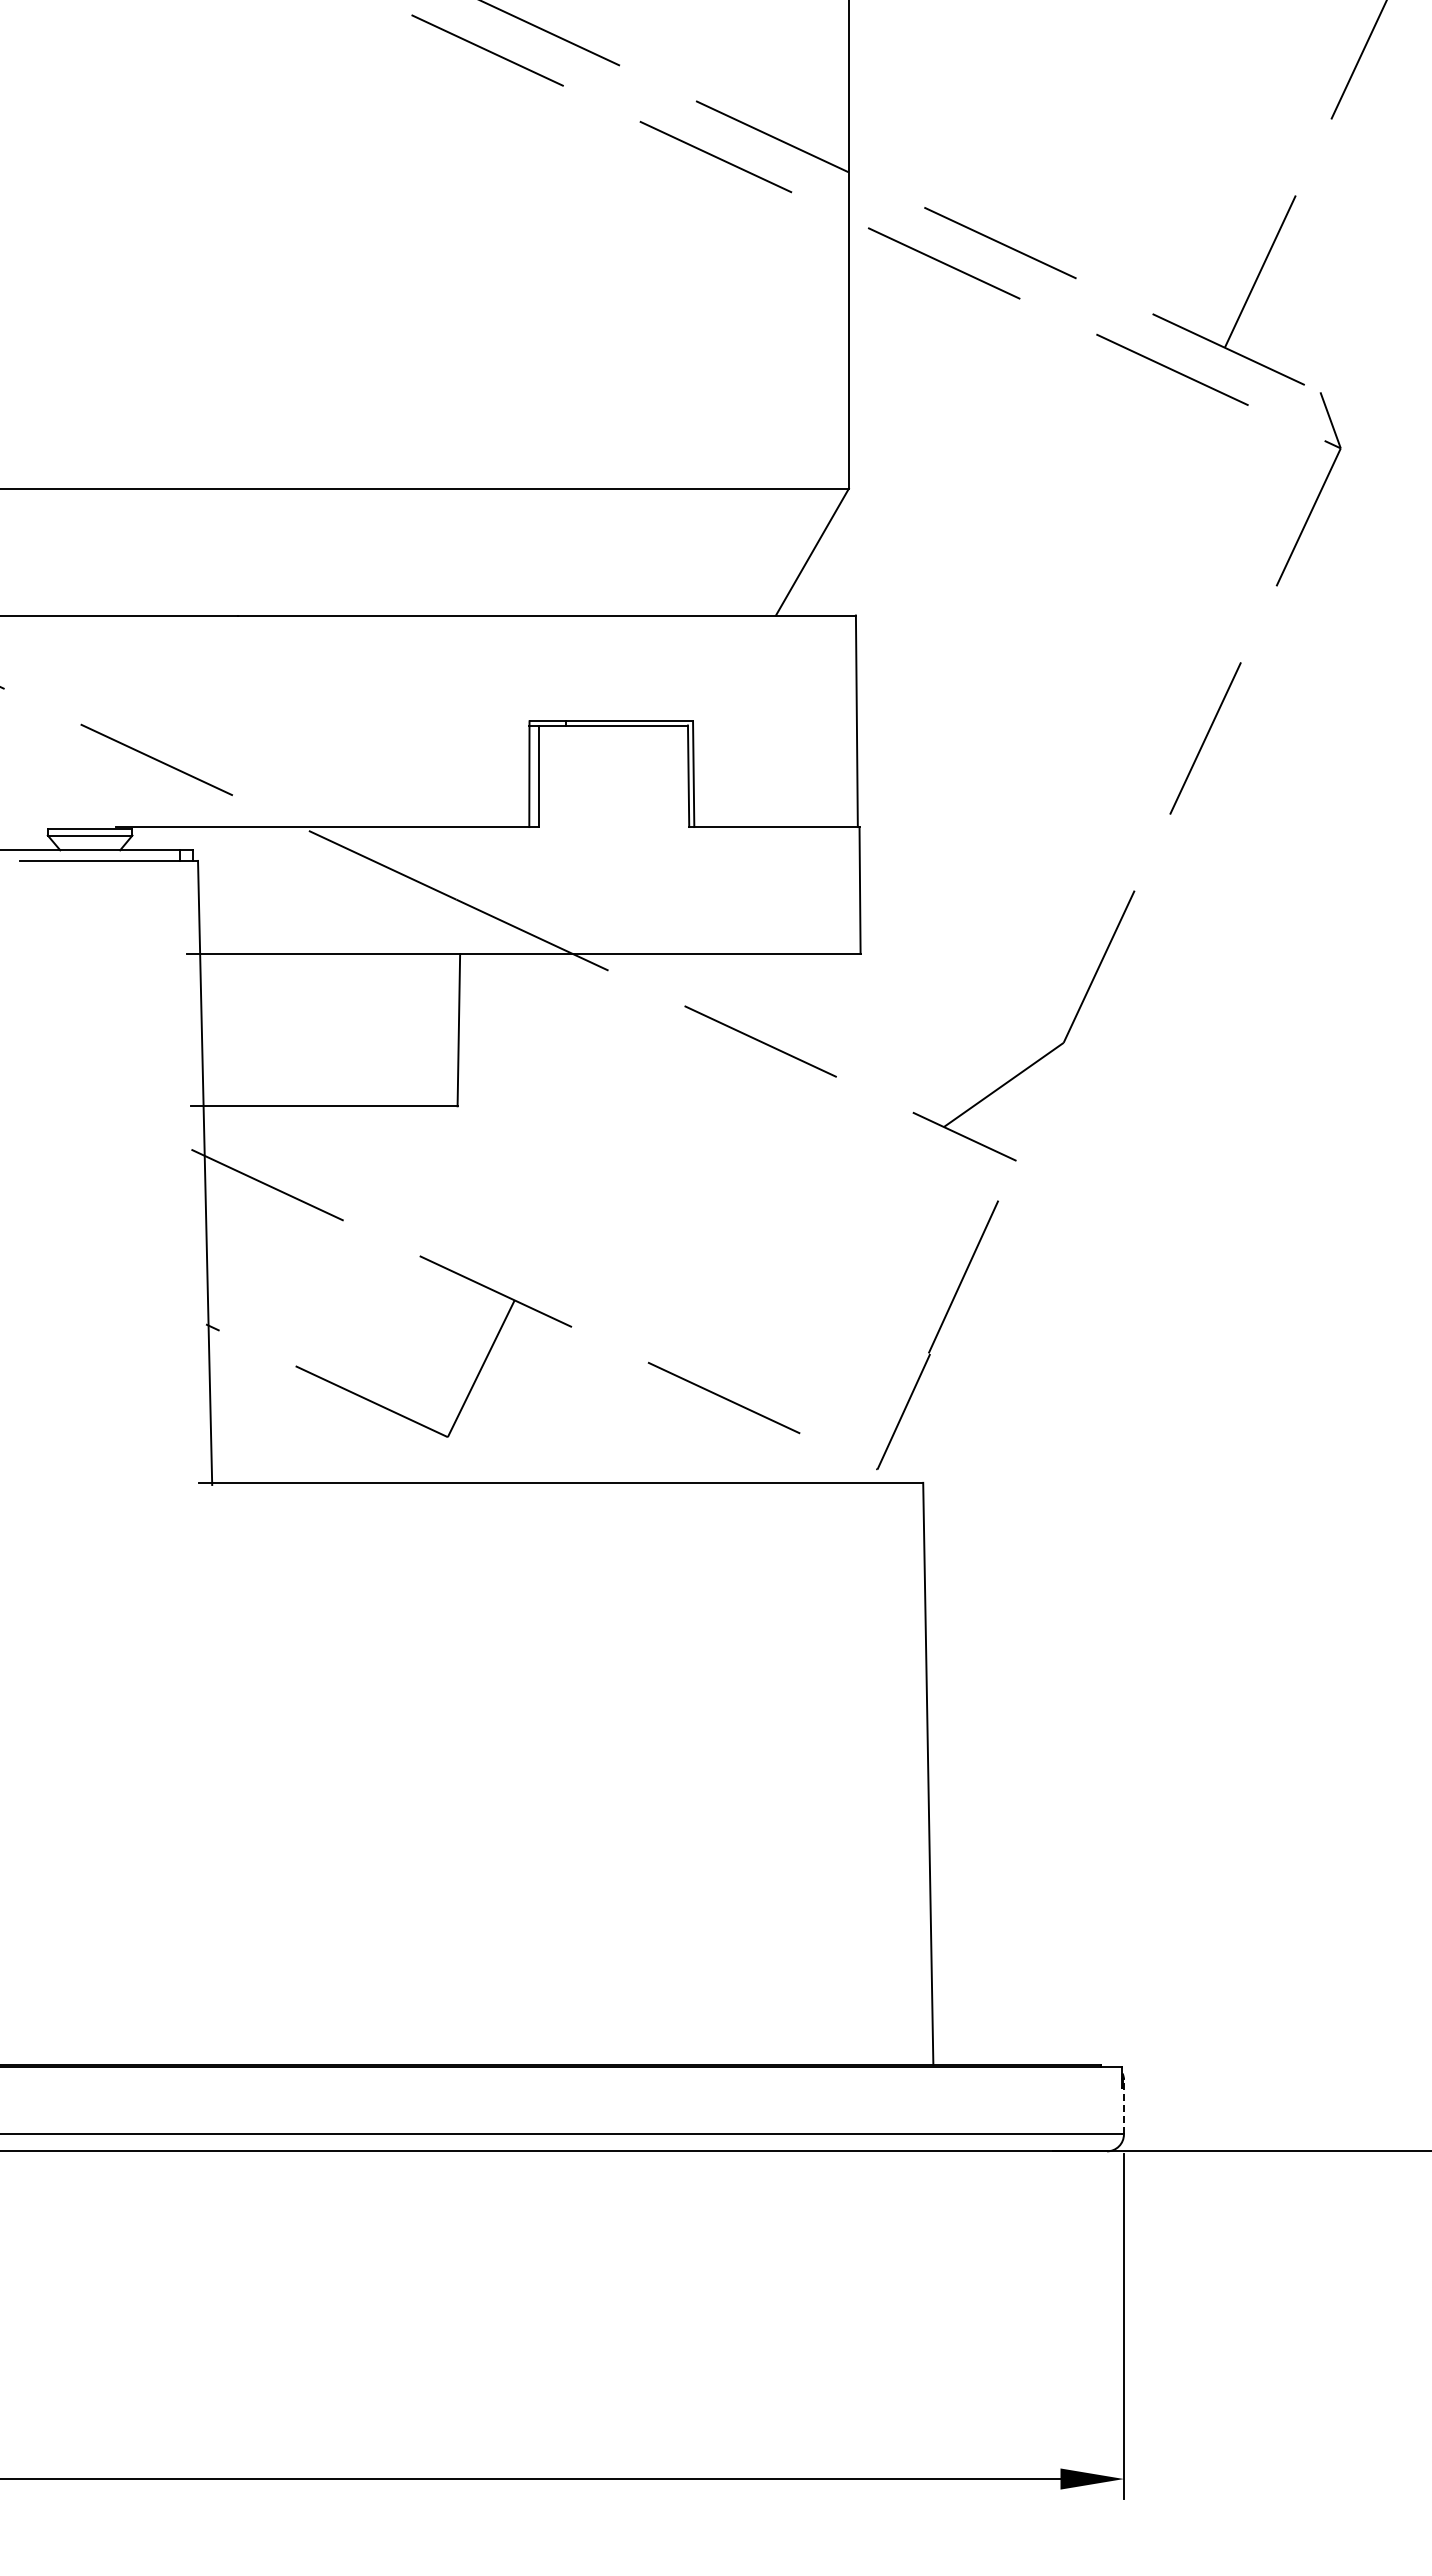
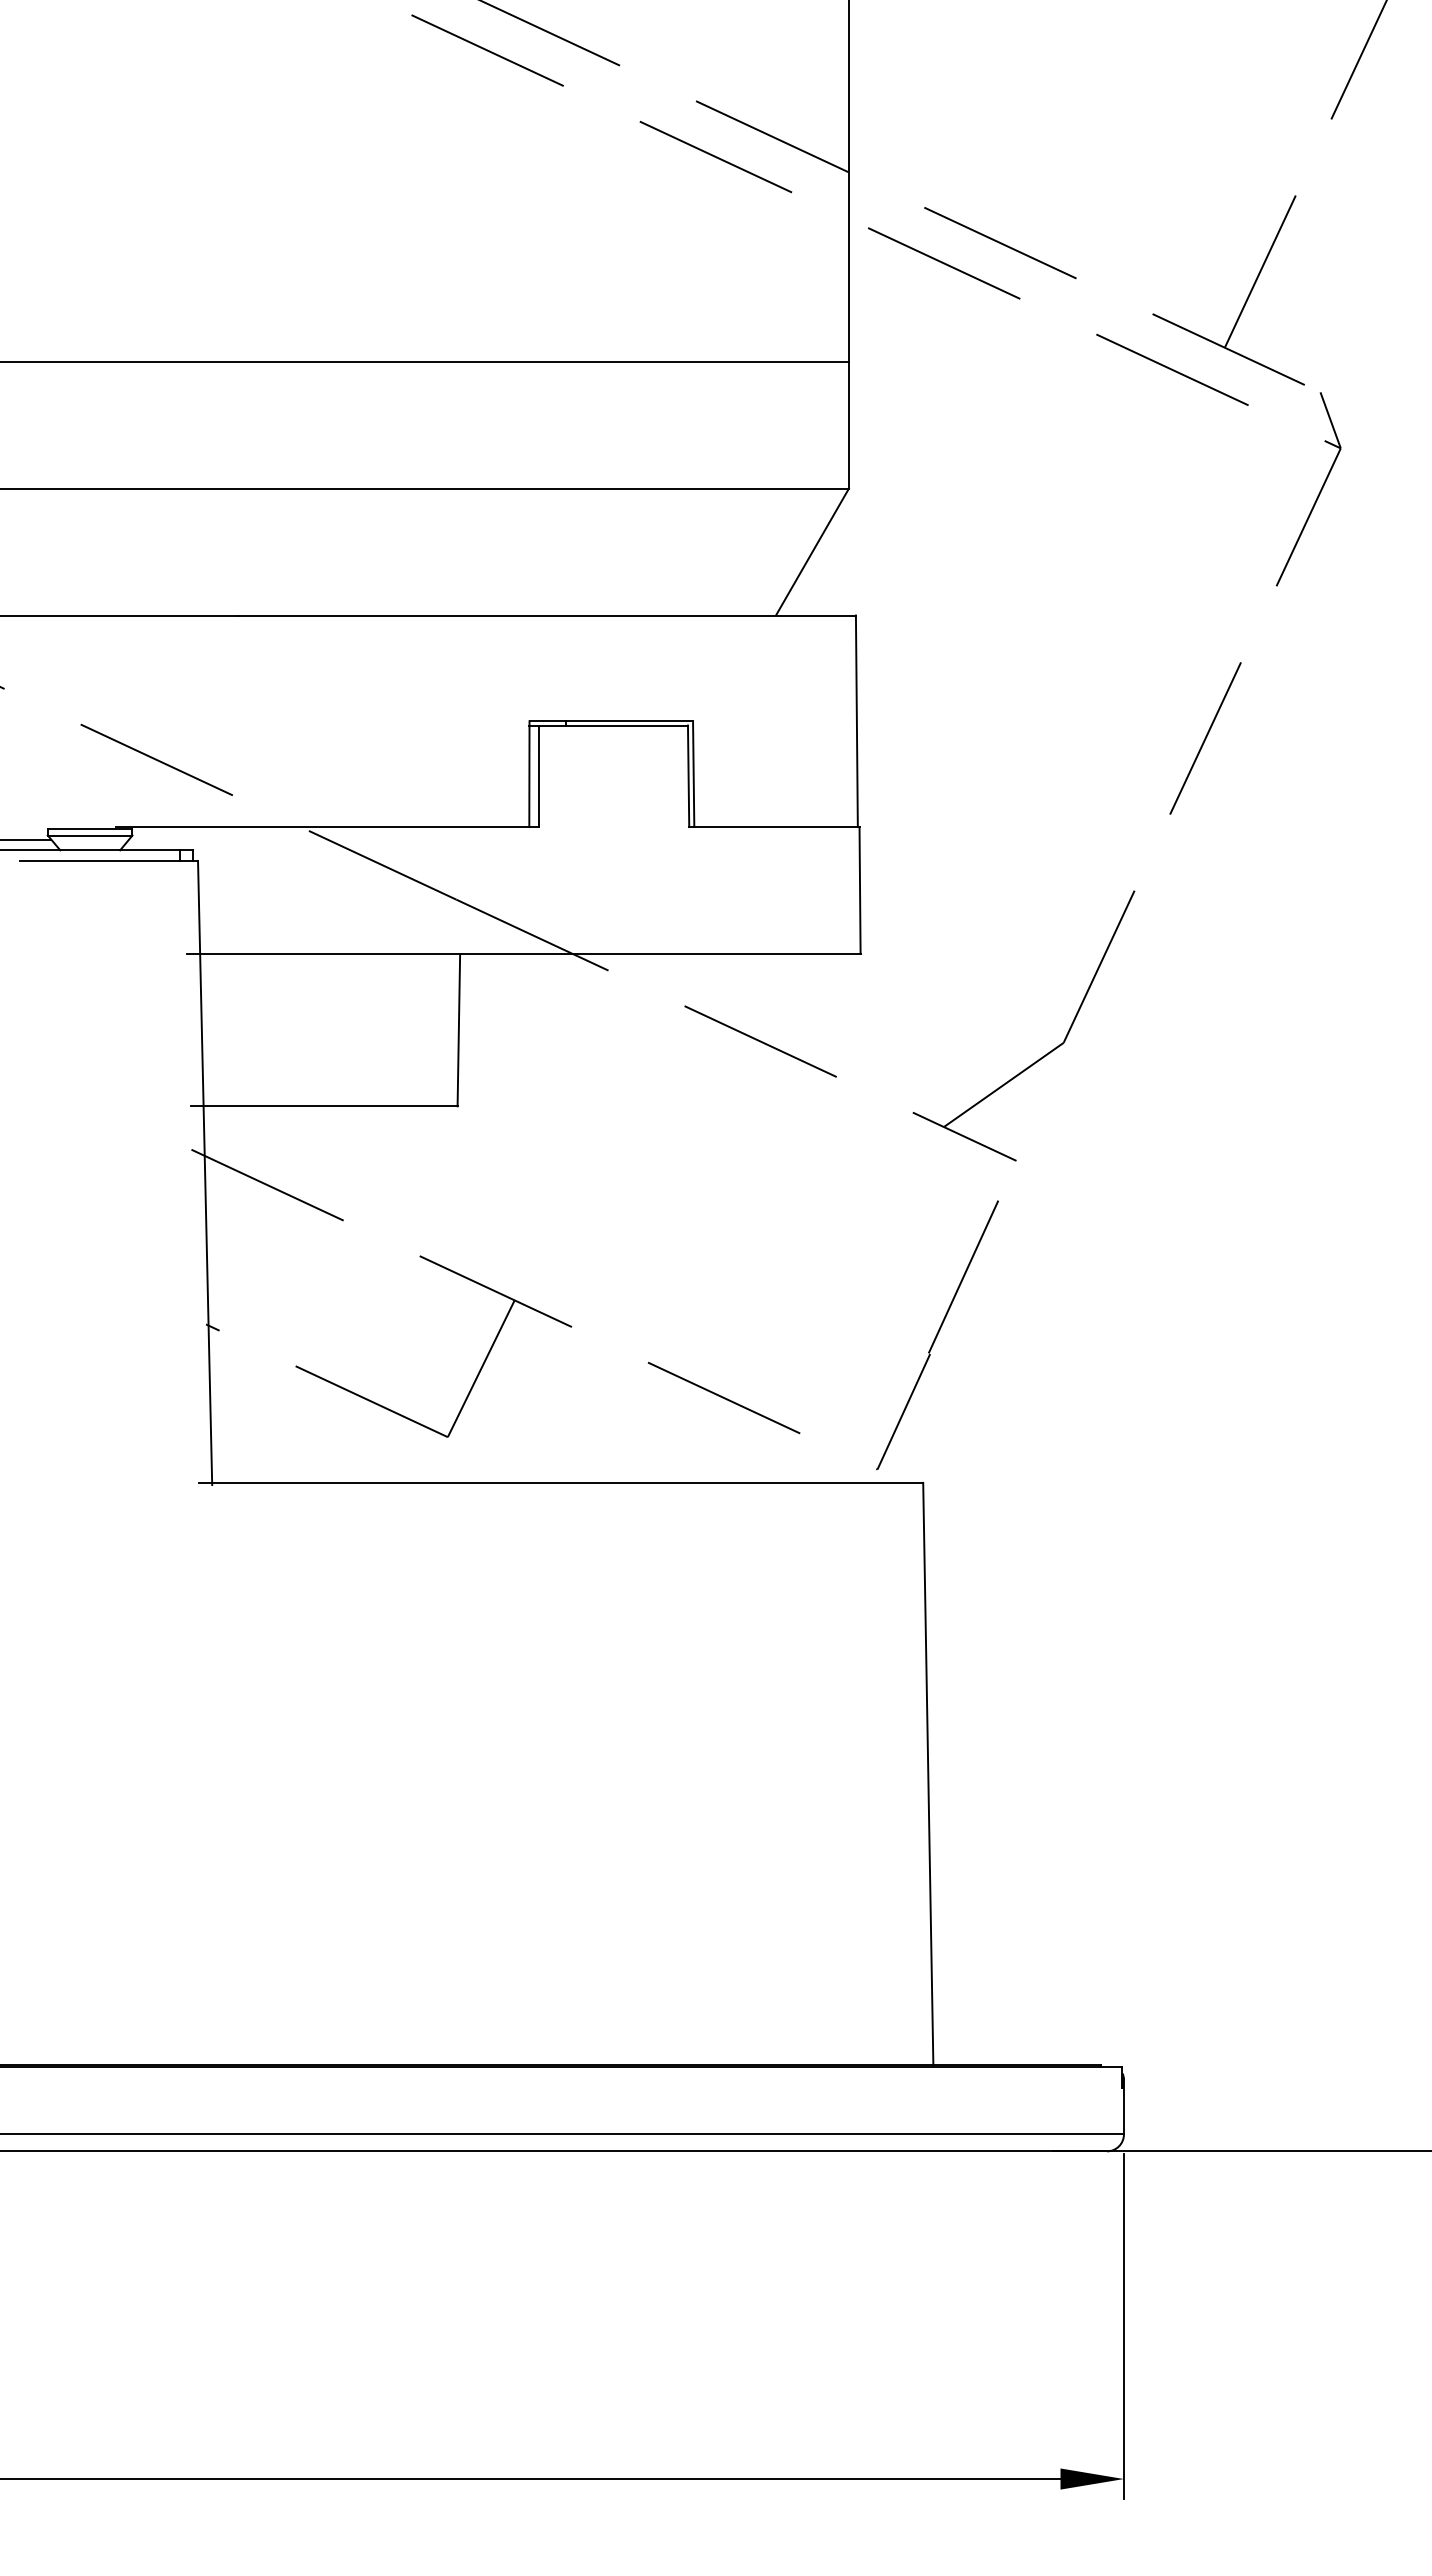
line at (425, 361): none -> present
line at (26, 839): none -> present
line at (1123, 2106): dashed -> solid
